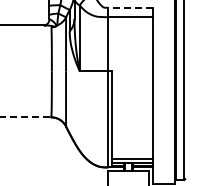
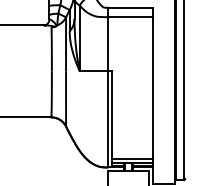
line at (130, 7): dashed -> solid
line at (26, 117): dashed -> solid
